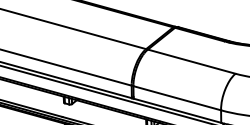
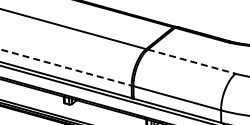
line at (192, 61): solid -> dashed
line at (66, 67): solid -> dashed
